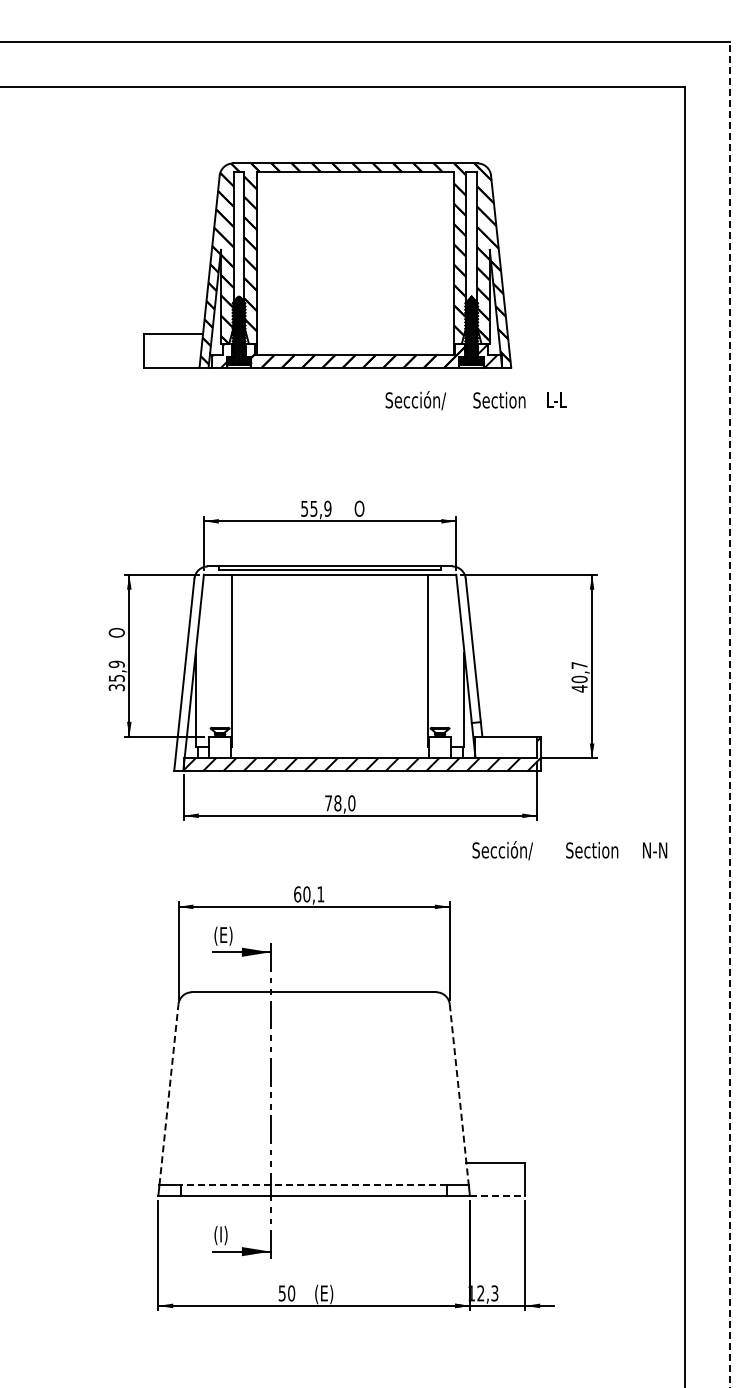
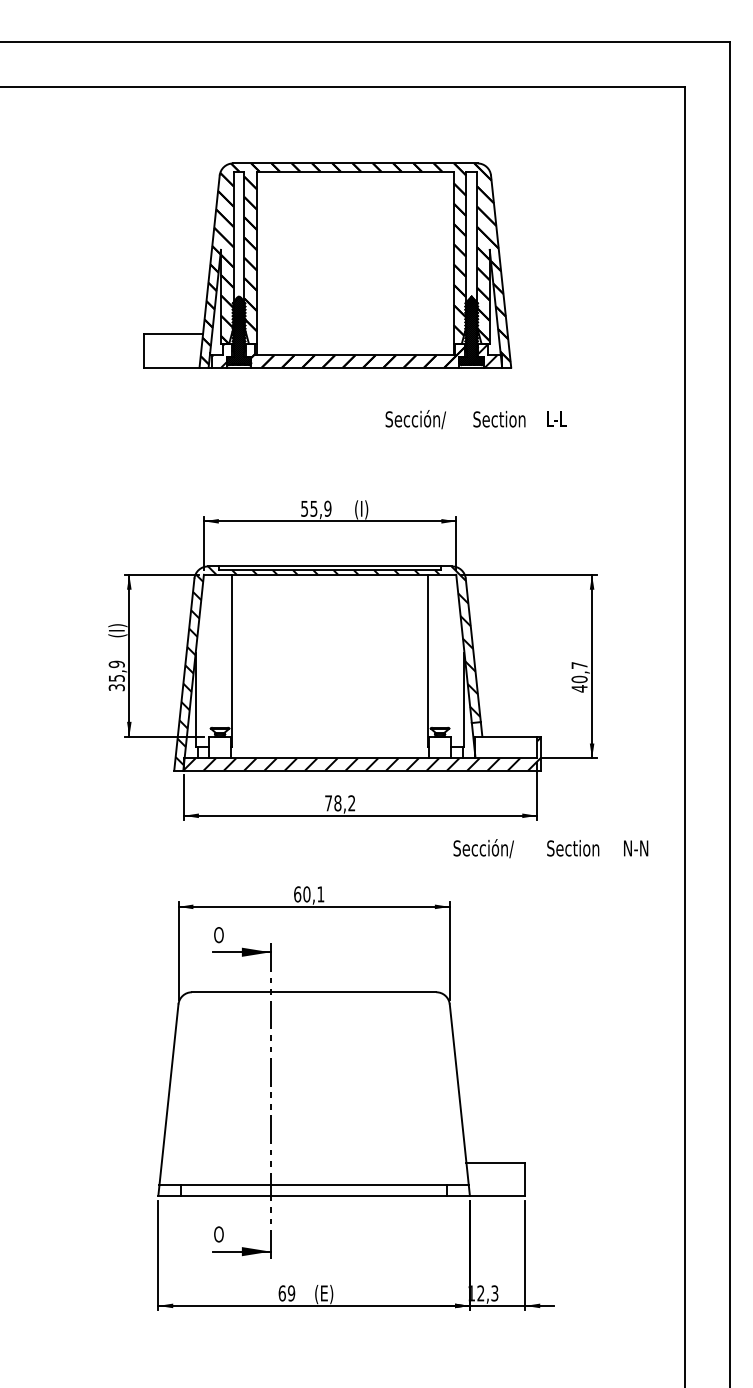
text at (475, 400) position: (475, 400) -> (475, 419)
text at (361, 509): O -> (I)
text at (117, 630): O -> (I)
hatch at (327, 665): none -> present
line at (730, 714): dashed -> solid
text at (351, 803): 78,0 -> 78,2
text at (569, 850) position: (569, 850) -> (550, 848)
text at (223, 935): (E) -> O
line at (168, 1094): dashed -> solid
line at (459, 1094): dashed -> solid
line at (313, 1185): dashed -> solid
line at (497, 1196): dashed -> solid
text at (220, 1235): (I) -> O
text at (286, 1293): 50 -> 69
